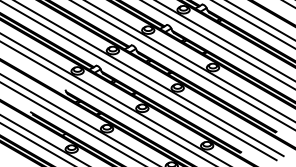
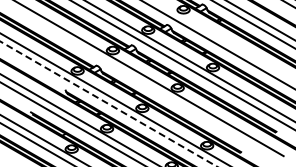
line at (225, 40): present -> none
line at (139, 81): present -> none
line at (108, 104): solid -> dashed
